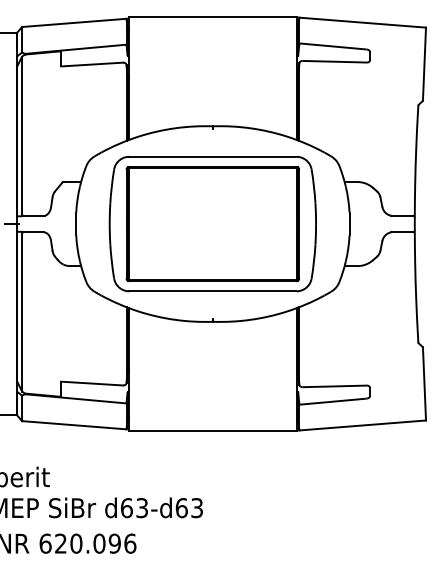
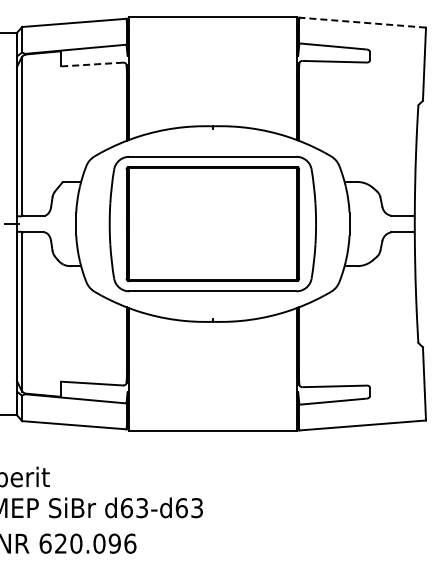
line at (362, 22): solid -> dashed
line at (92, 64): solid -> dashed
